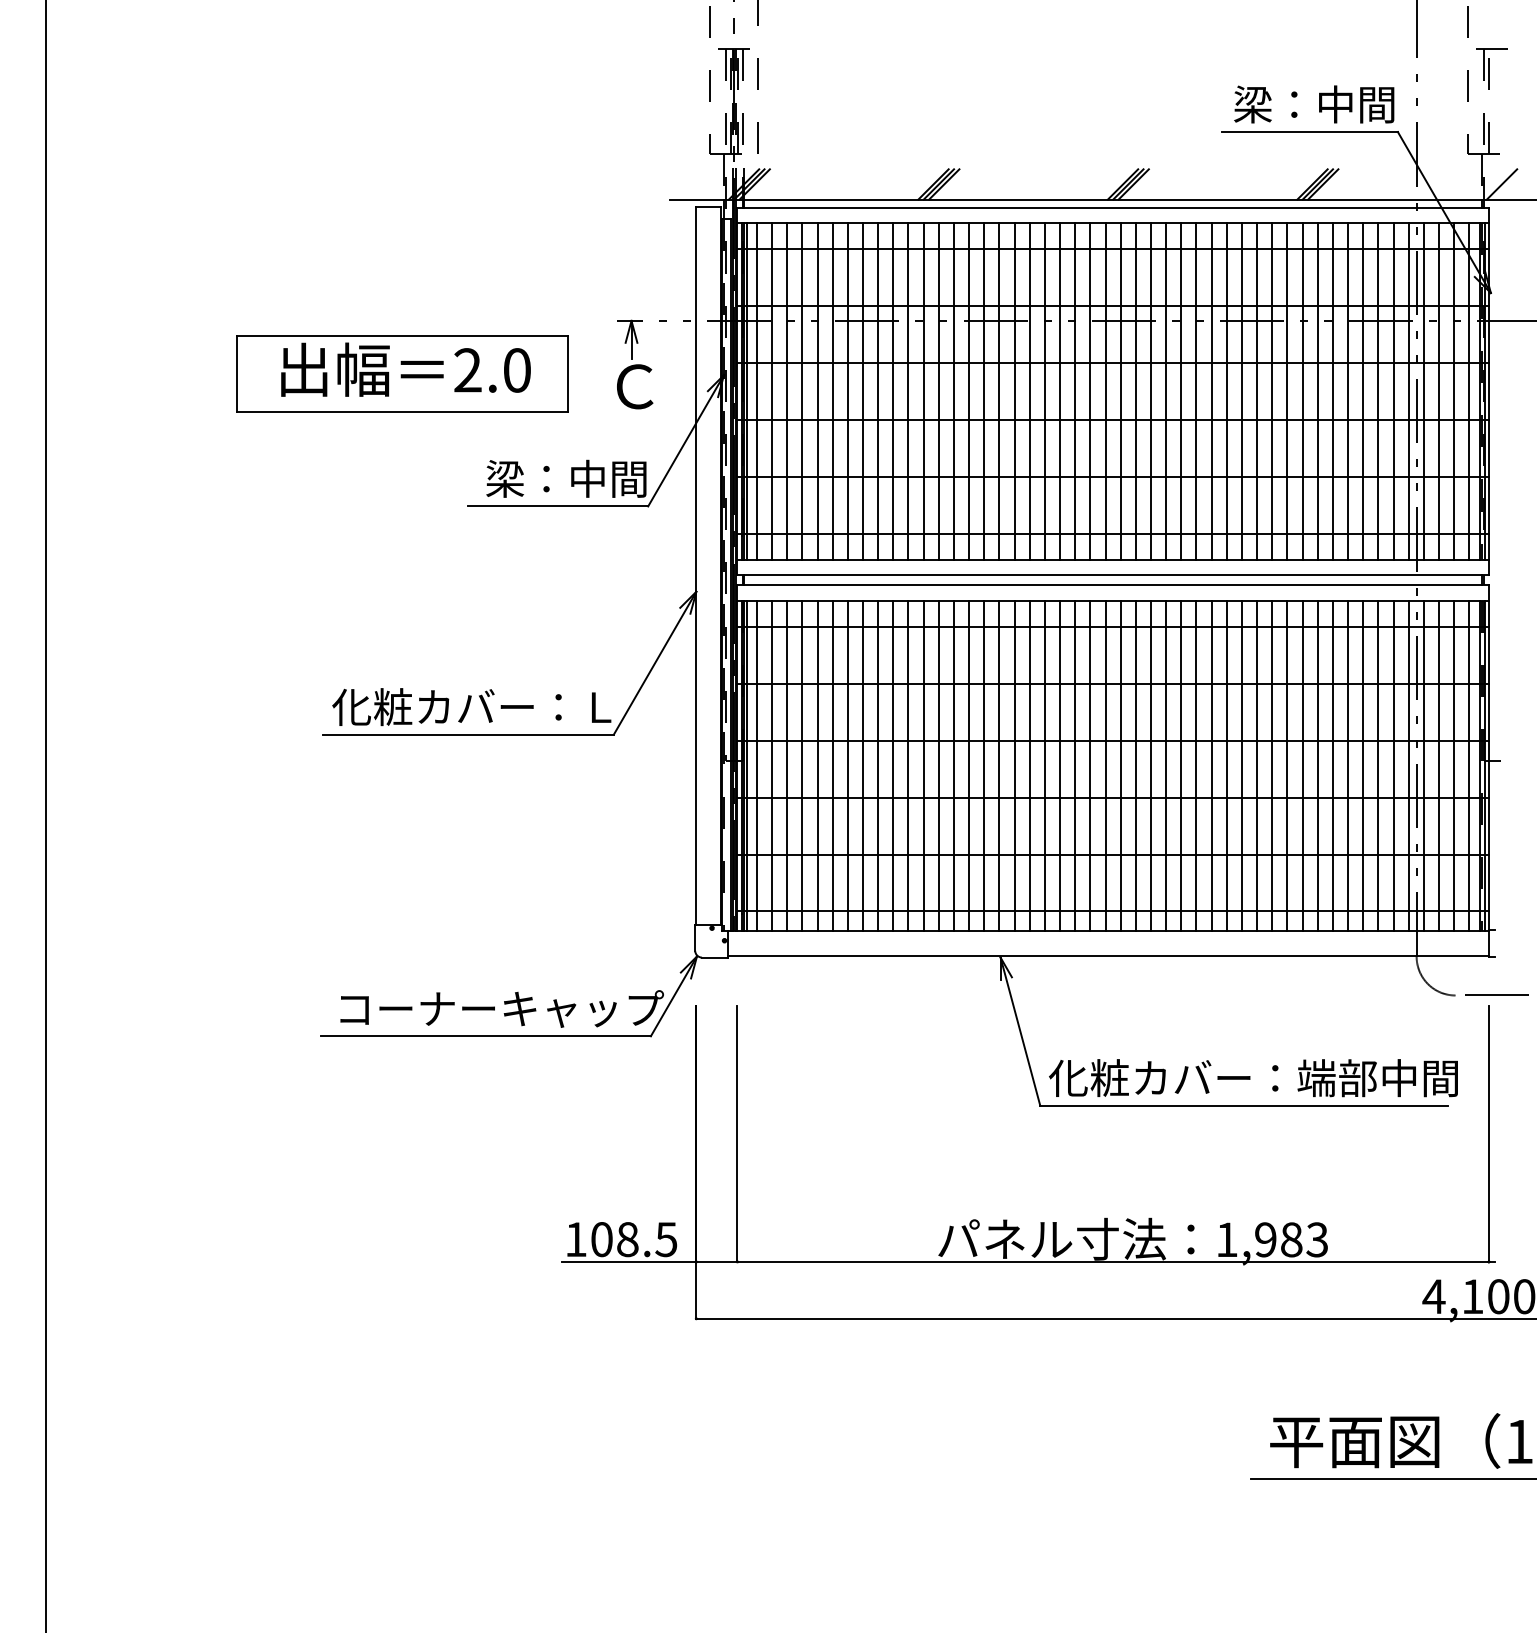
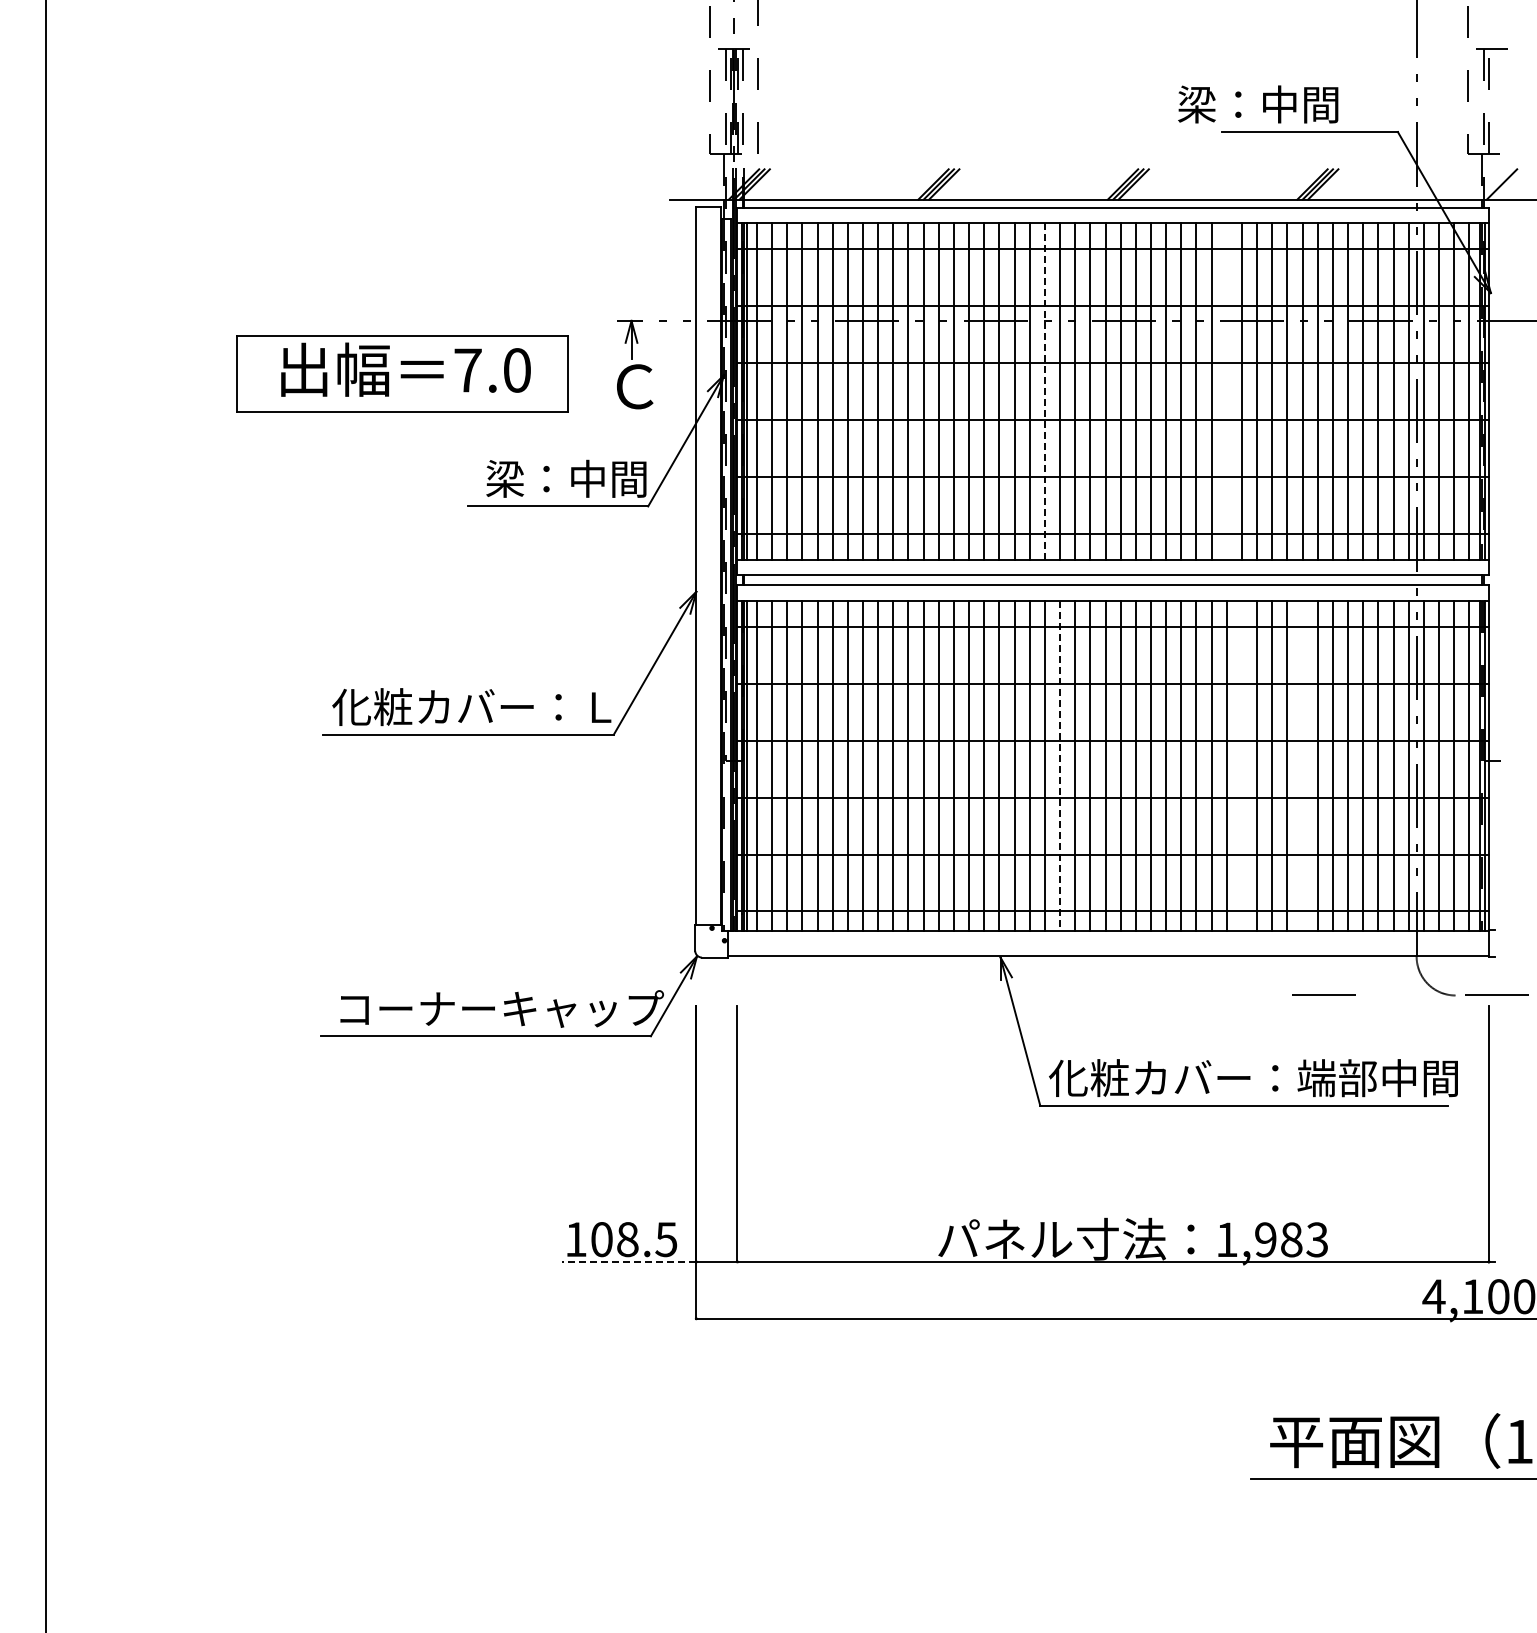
text at (1314, 104) position: (1314, 104) -> (1258, 104)
text at (467, 370): 2.0 -> 7.0
line at (1044, 391): solid -> dashed
line at (1226, 391): present -> none
line at (1241, 765): present -> none
line at (1302, 765): present -> none
line at (1060, 766): solid -> dashed
line at (1323, 994): none -> present
line at (629, 1261): solid -> dashed
